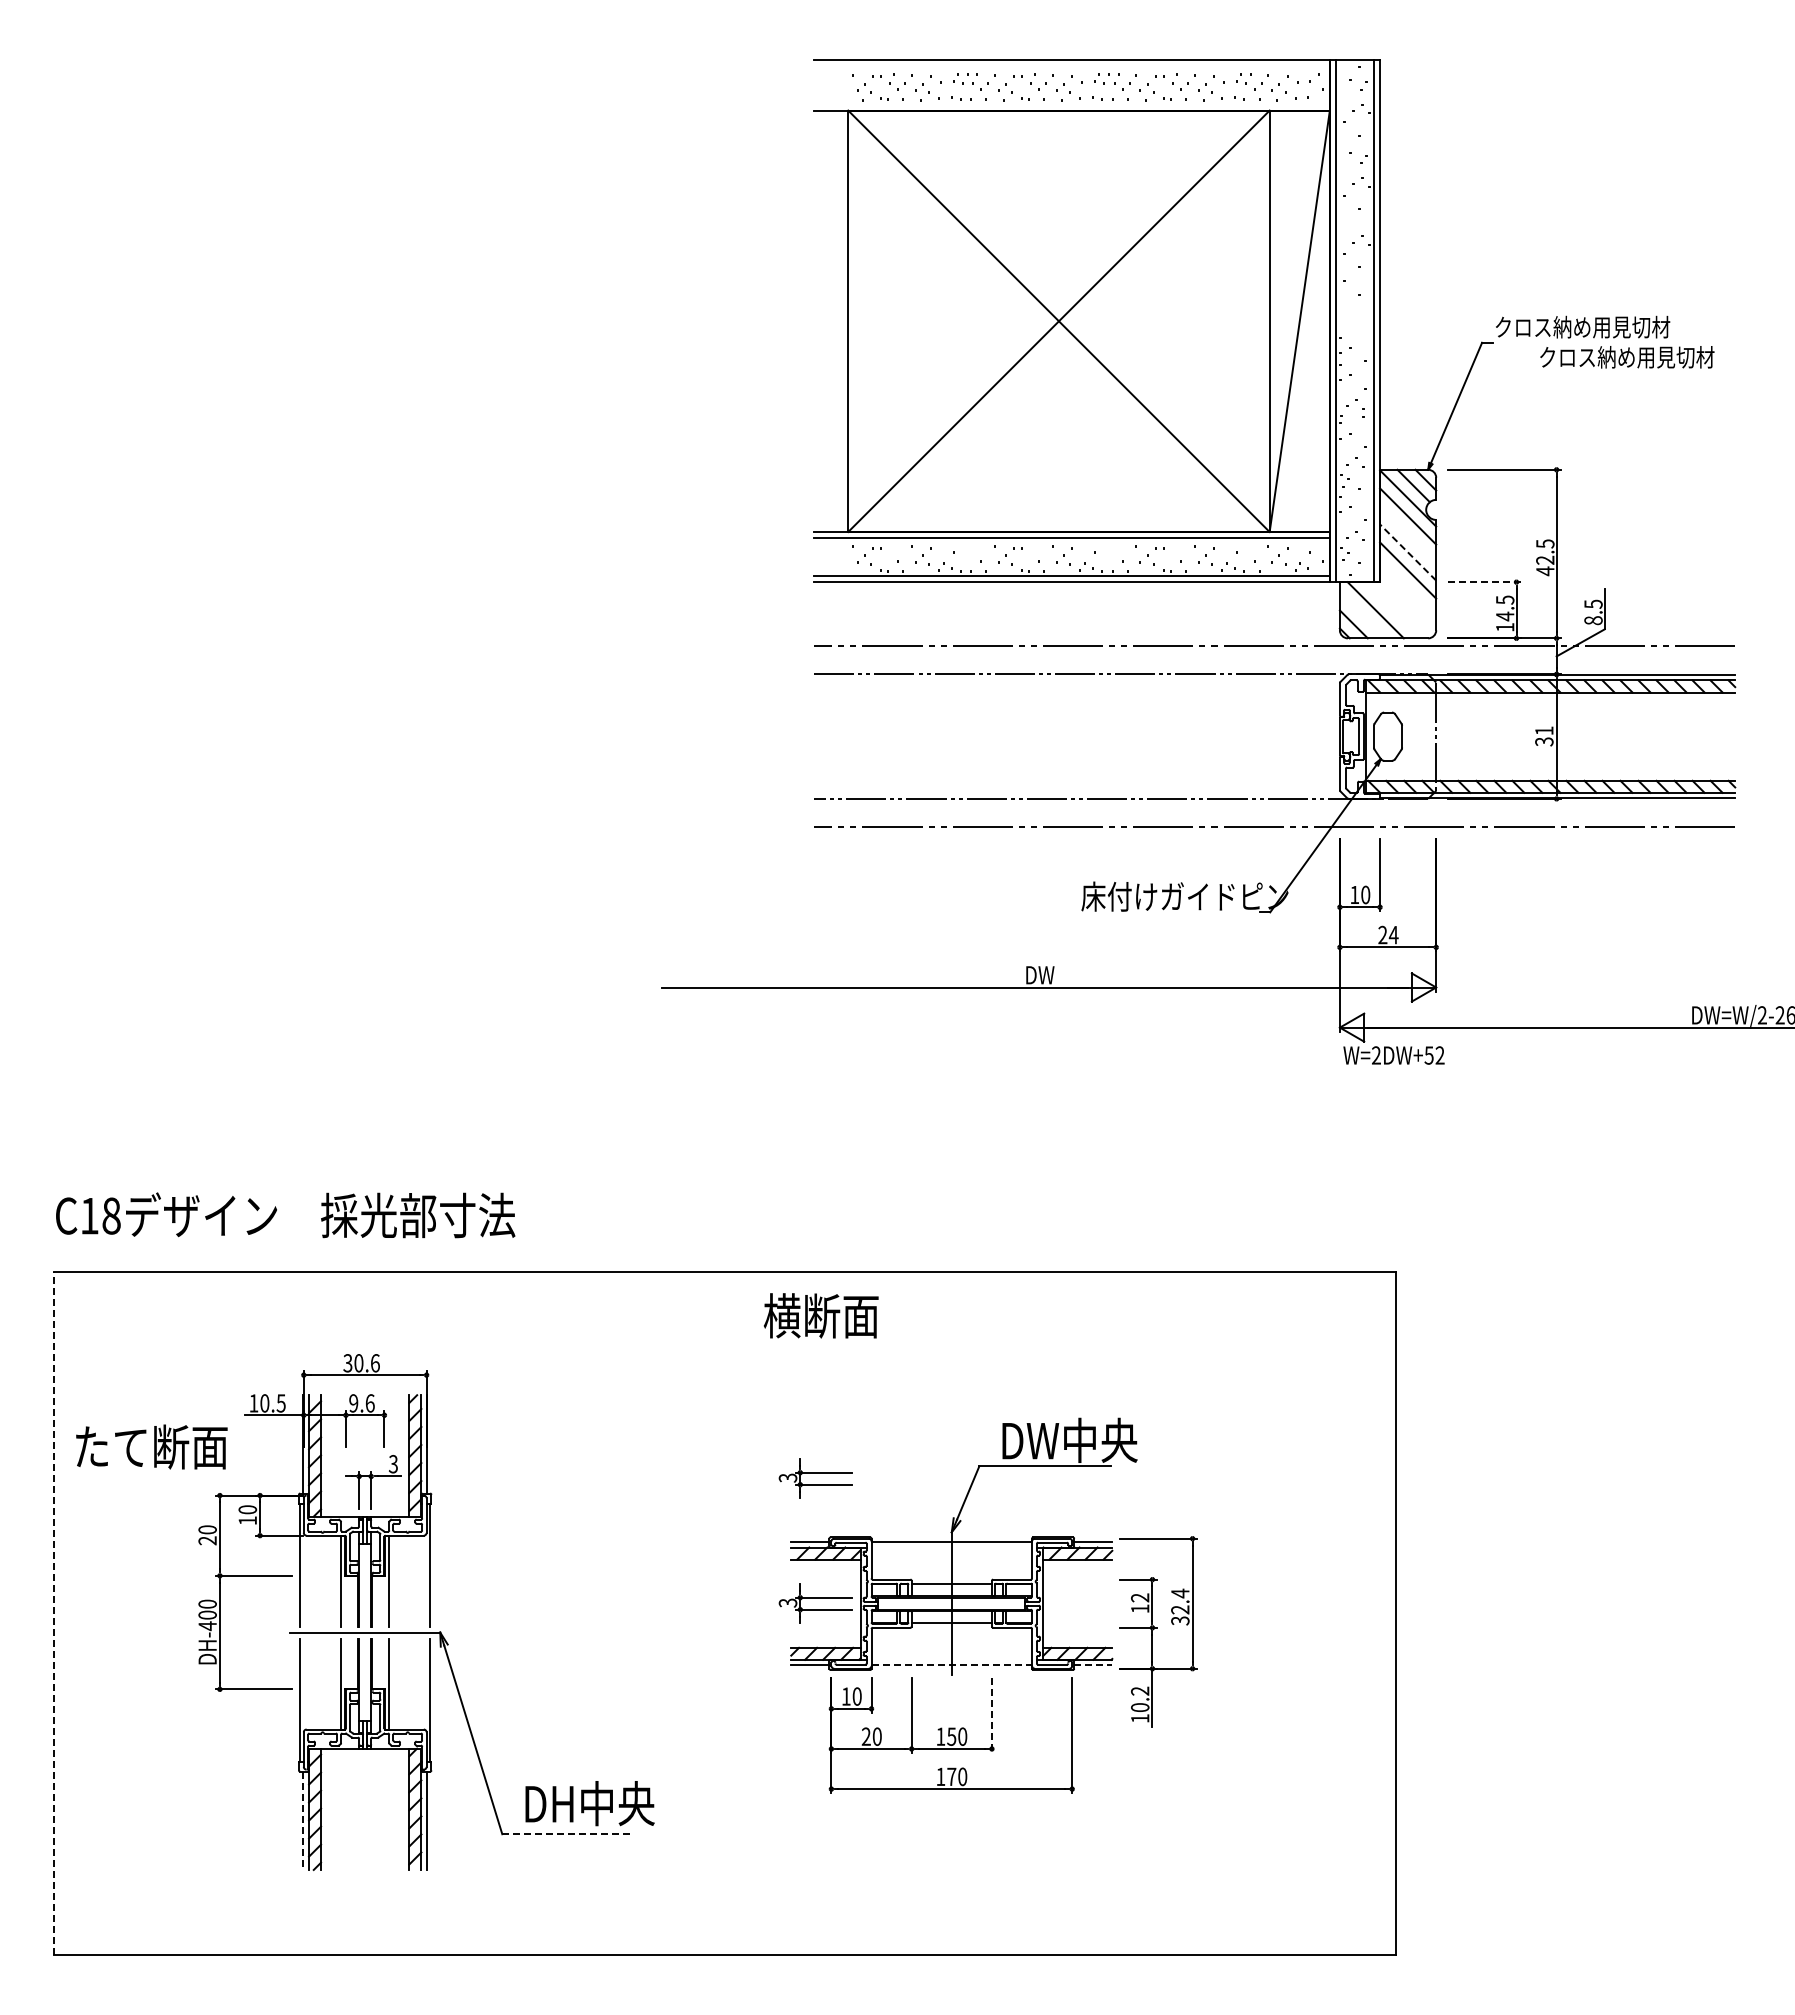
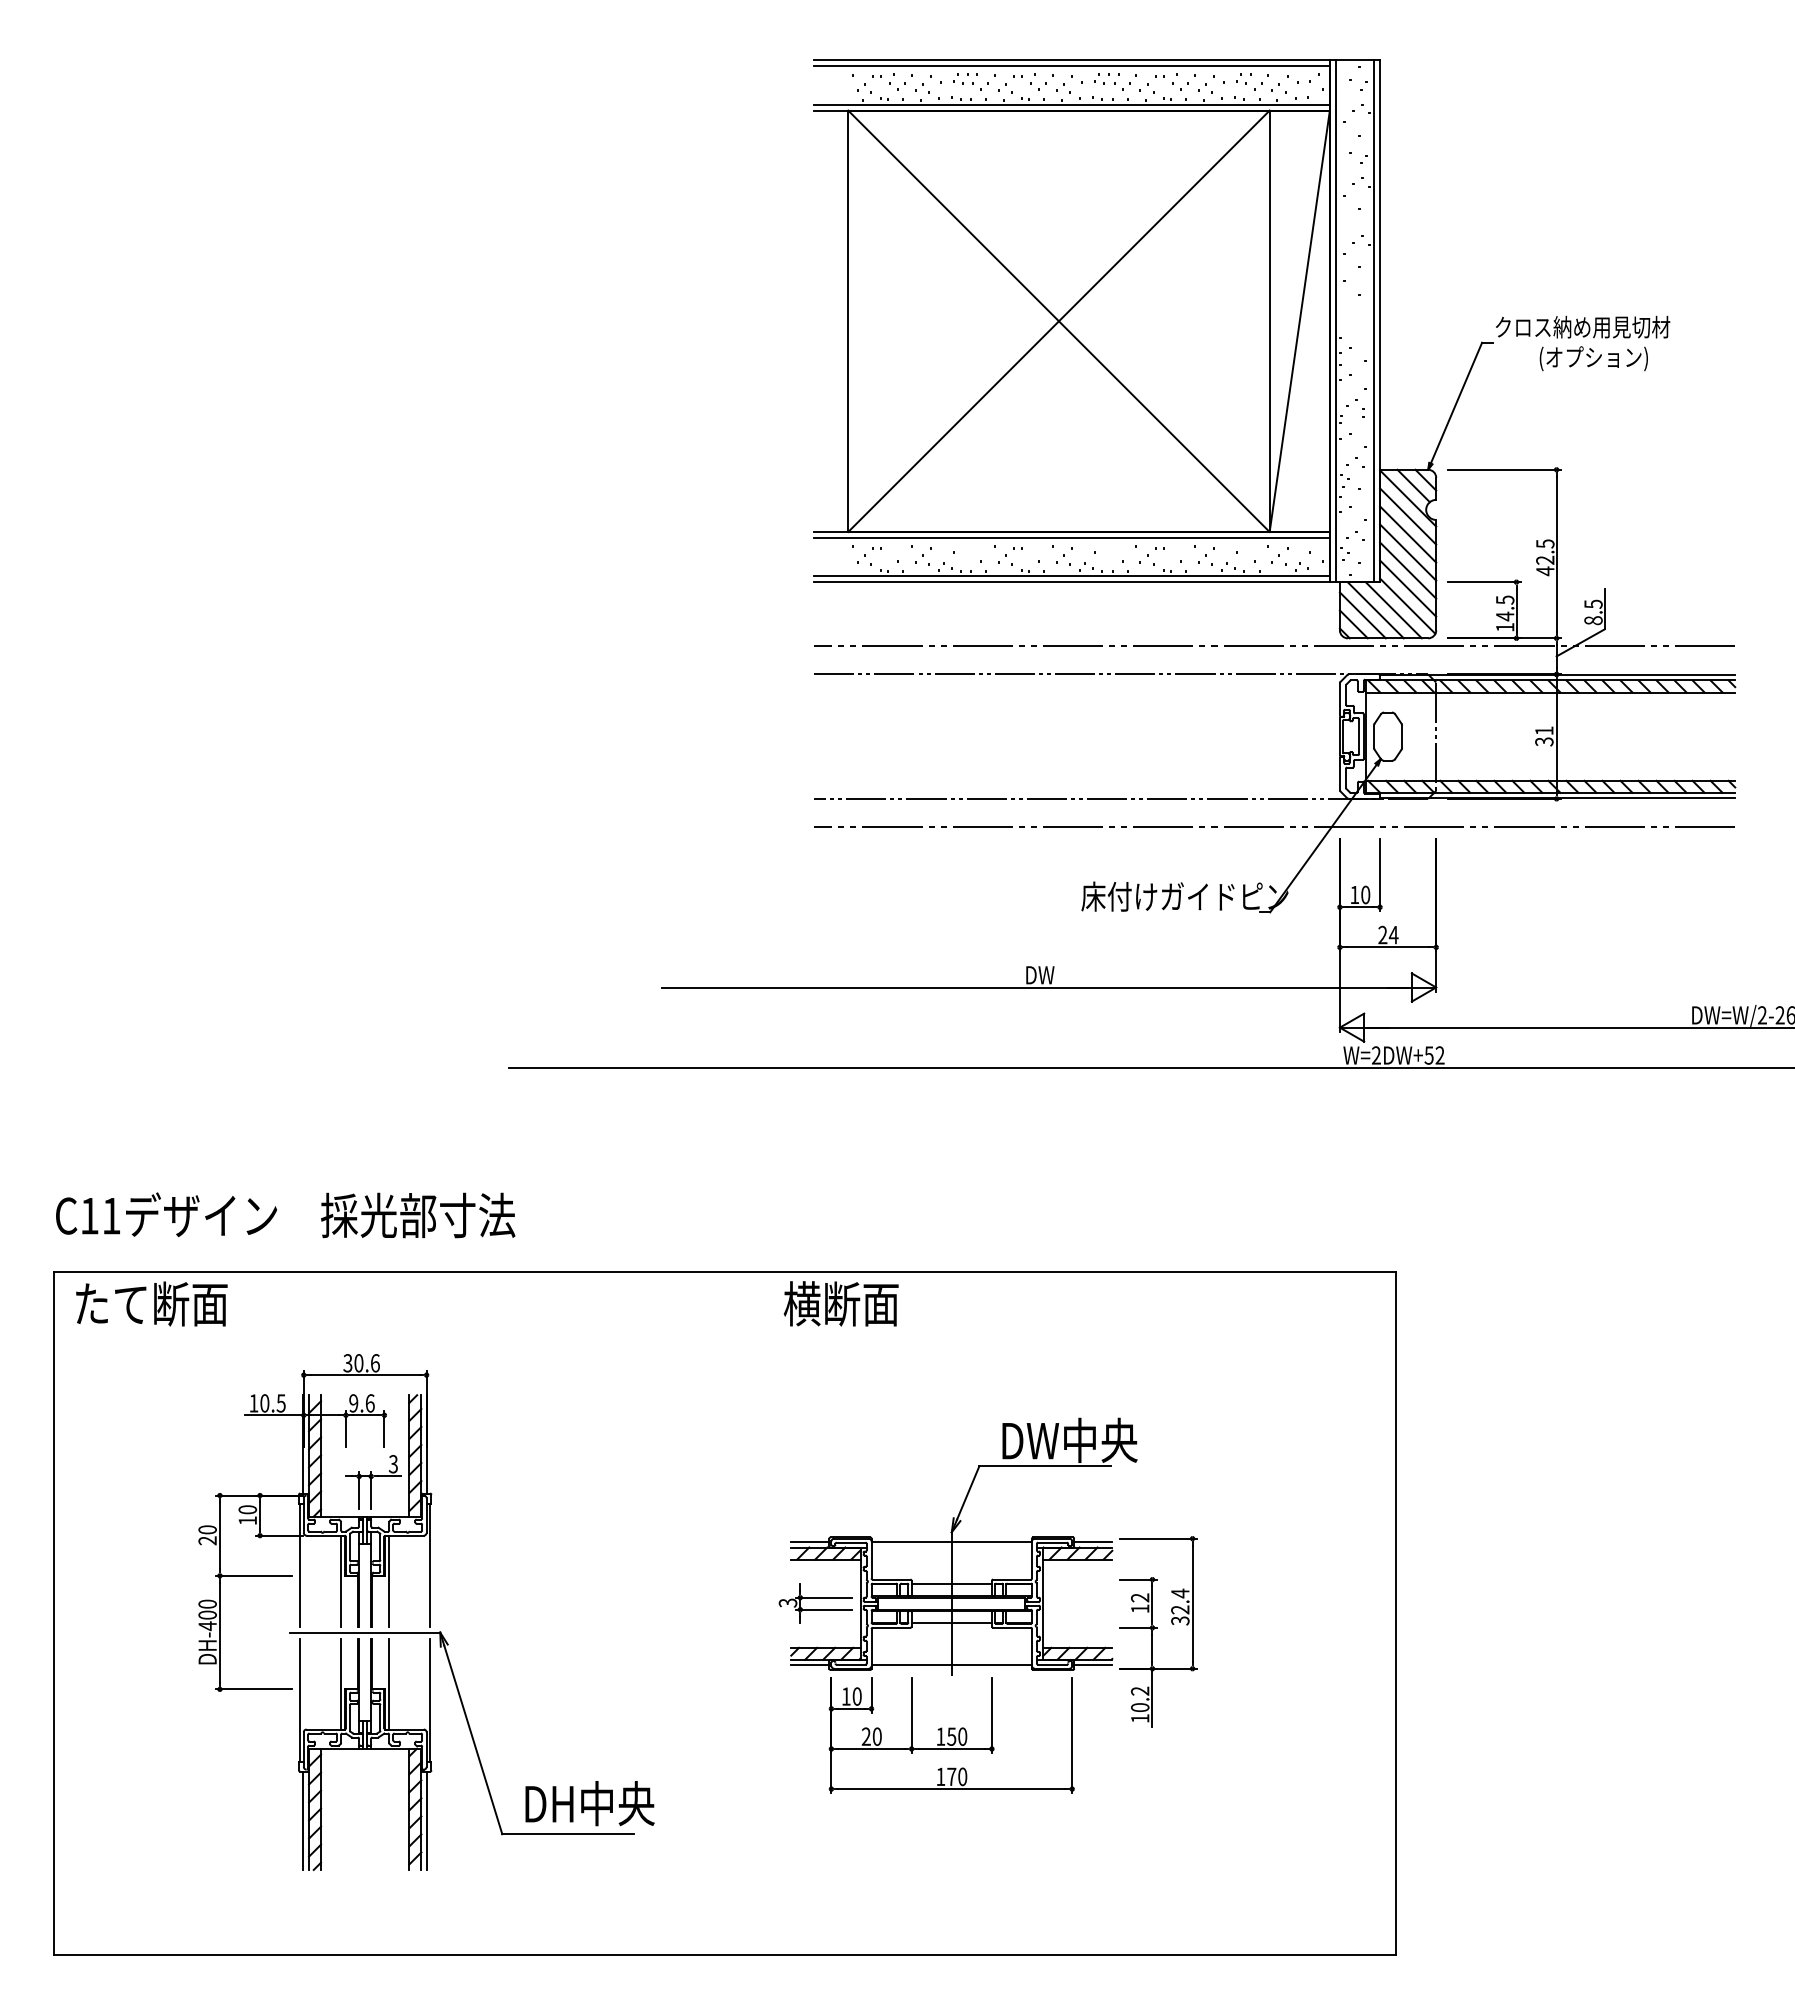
line at (1071, 66): none -> present
line at (1071, 104): none -> present
text at (1626, 358): クロス納め用見切材 -> (オプション)
line at (1408, 534): none -> present
line at (1408, 552): dashed -> solid
line at (1484, 582): dashed -> solid
line at (1408, 588): none -> present
line at (1407, 605): none -> present
line at (1393, 610): none -> present
line at (1362, 615): none -> present
line at (1150, 1067): none -> present
text at (111, 1215): C18 -> C11
text at (820, 1315) position: (820, 1315) -> (840, 1303)
text at (151, 1446) position: (151, 1446) -> (151, 1303)
part at (815, 1478): present -> none
line at (53, 1612): dashed -> solid
line at (952, 1665): dashed -> solid
line at (1093, 1665): dashed -> solid
line at (991, 1715): dashed -> solid
line at (303, 1821): dashed -> solid
line at (568, 1834): dashed -> solid
